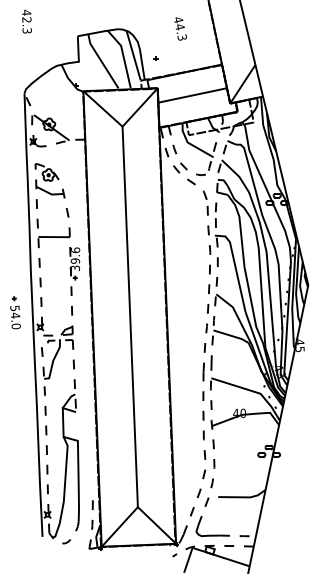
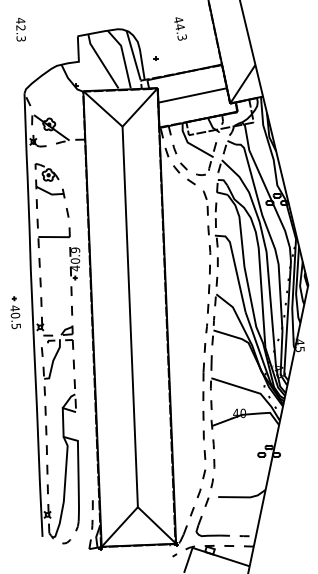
text at (26, 21) position: (26, 21) -> (20, 29)
text at (75, 259): 39.6 -> 40.9
text at (15, 317): 54.0 -> 40.5
